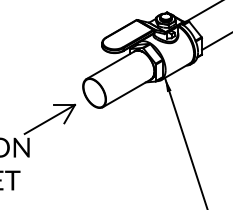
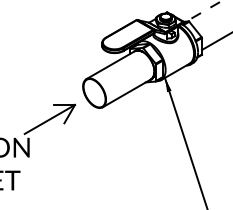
line at (204, 11): solid -> dashed
